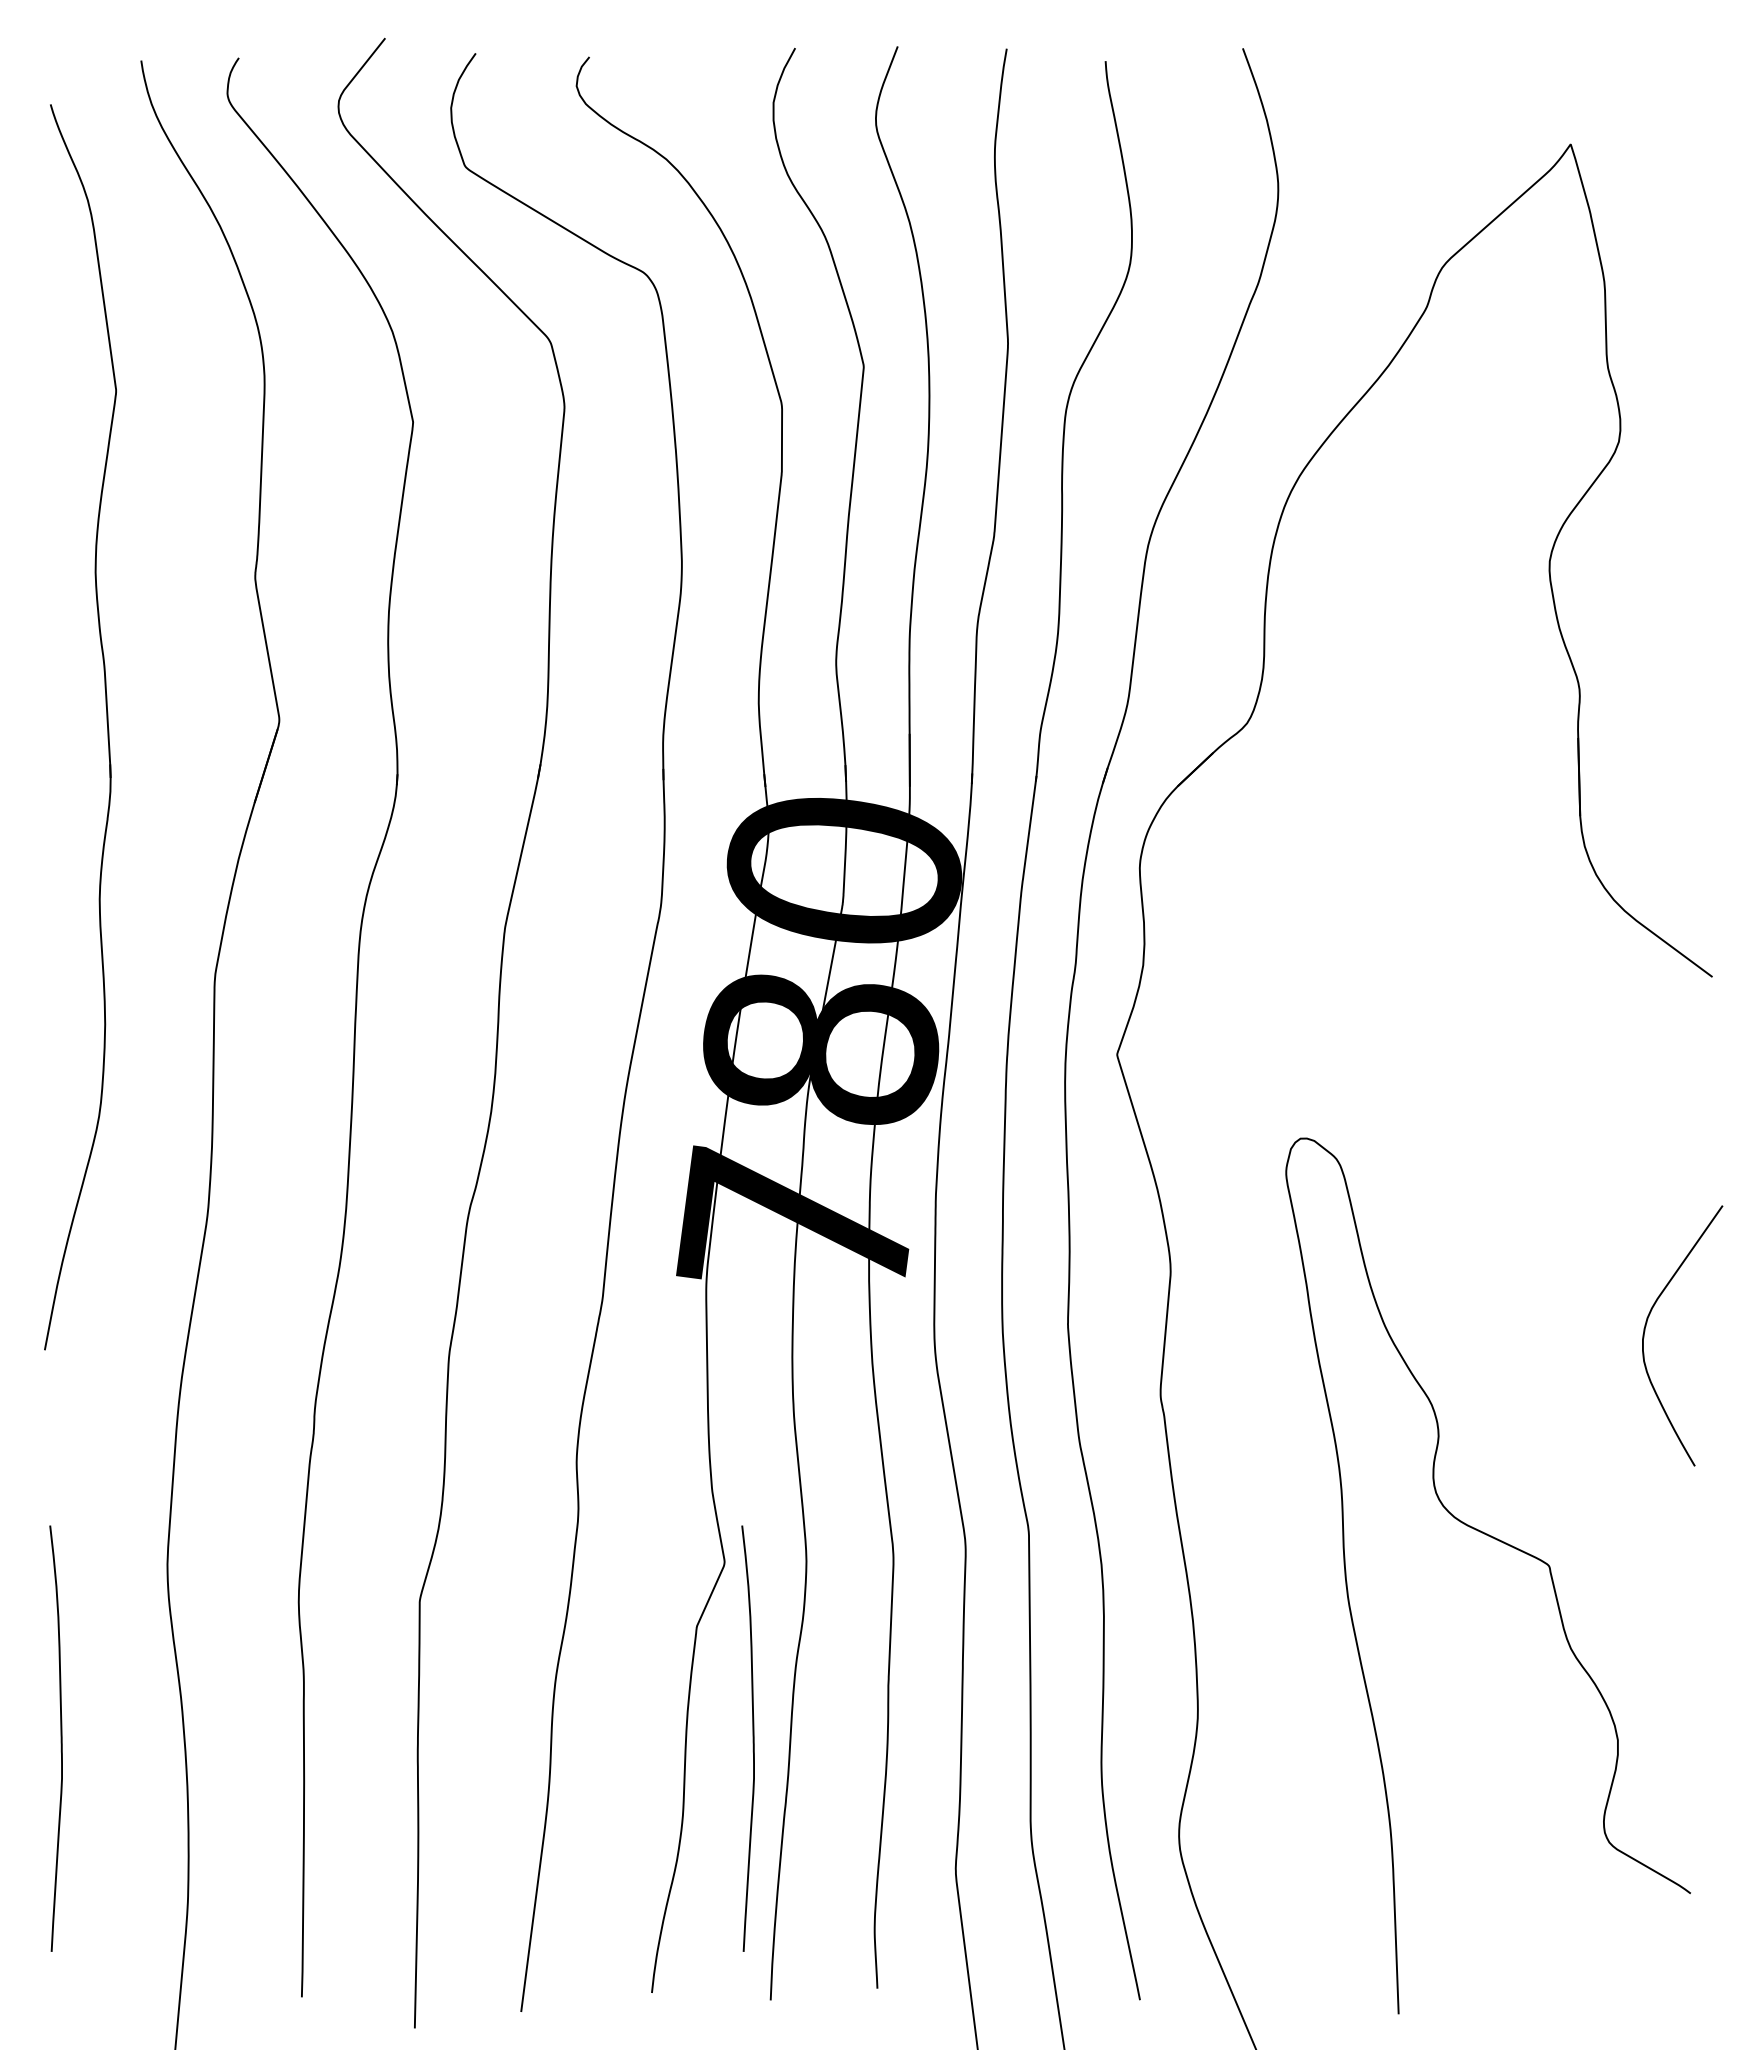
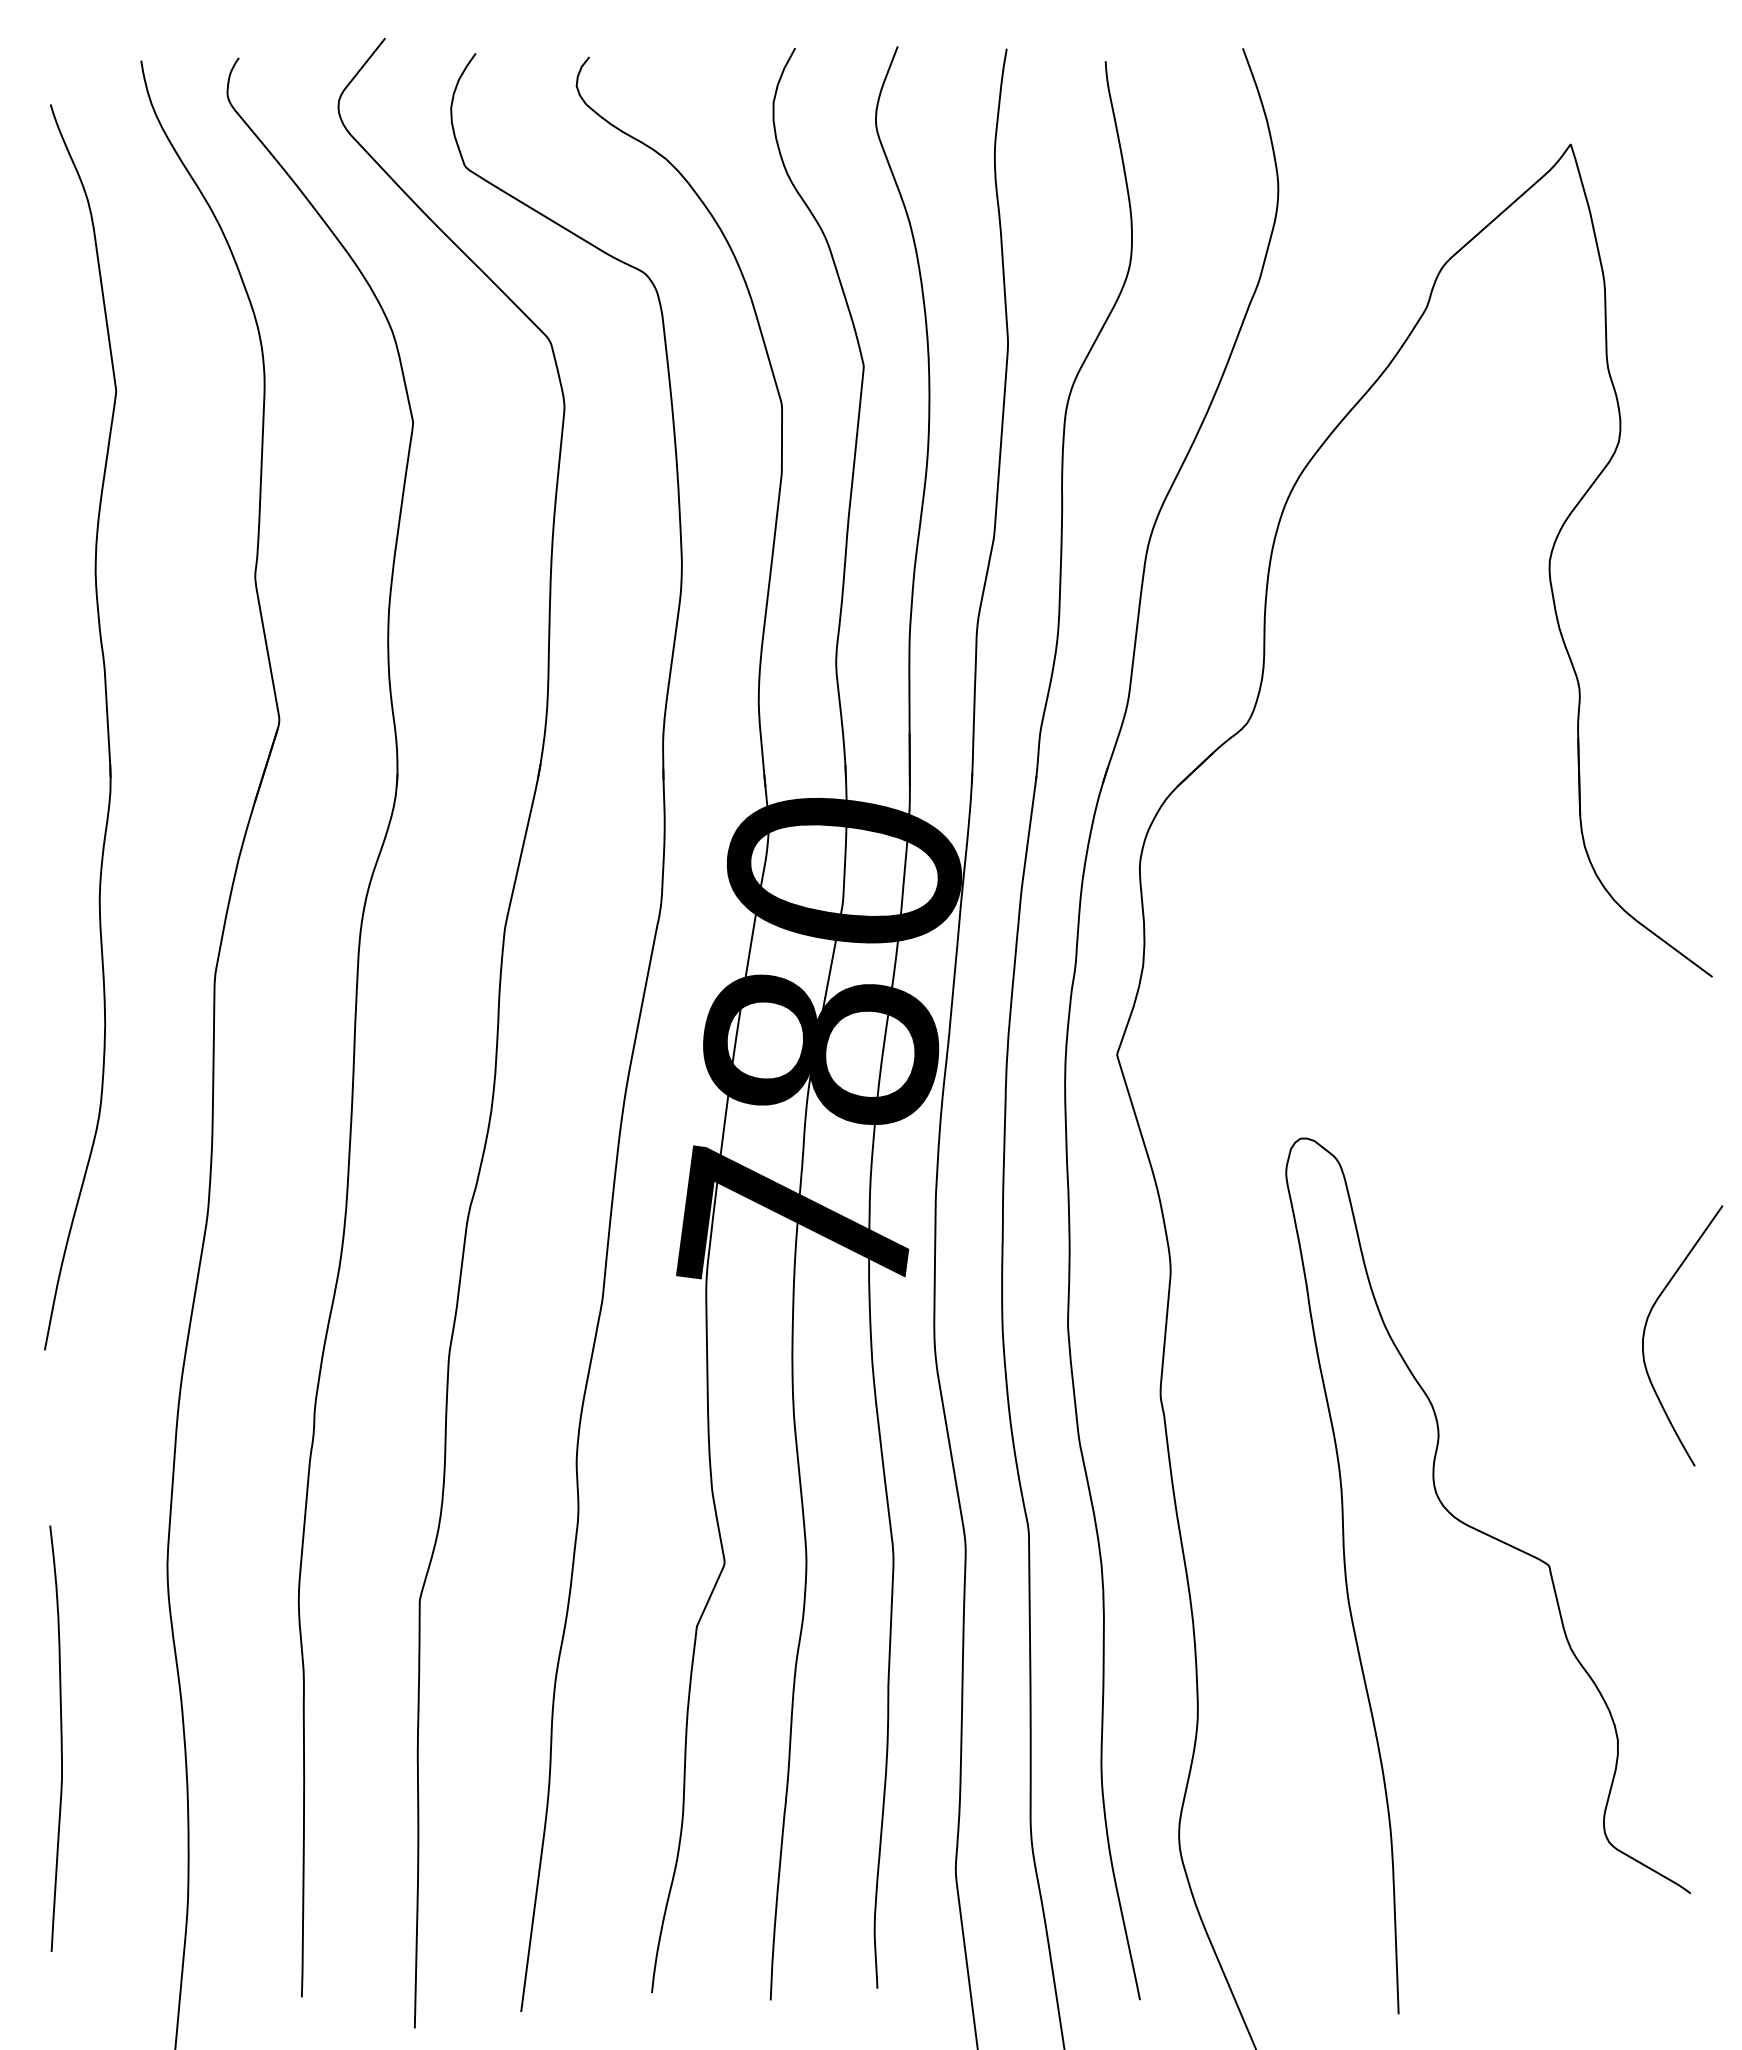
curve at (752, 1738): present -> none
